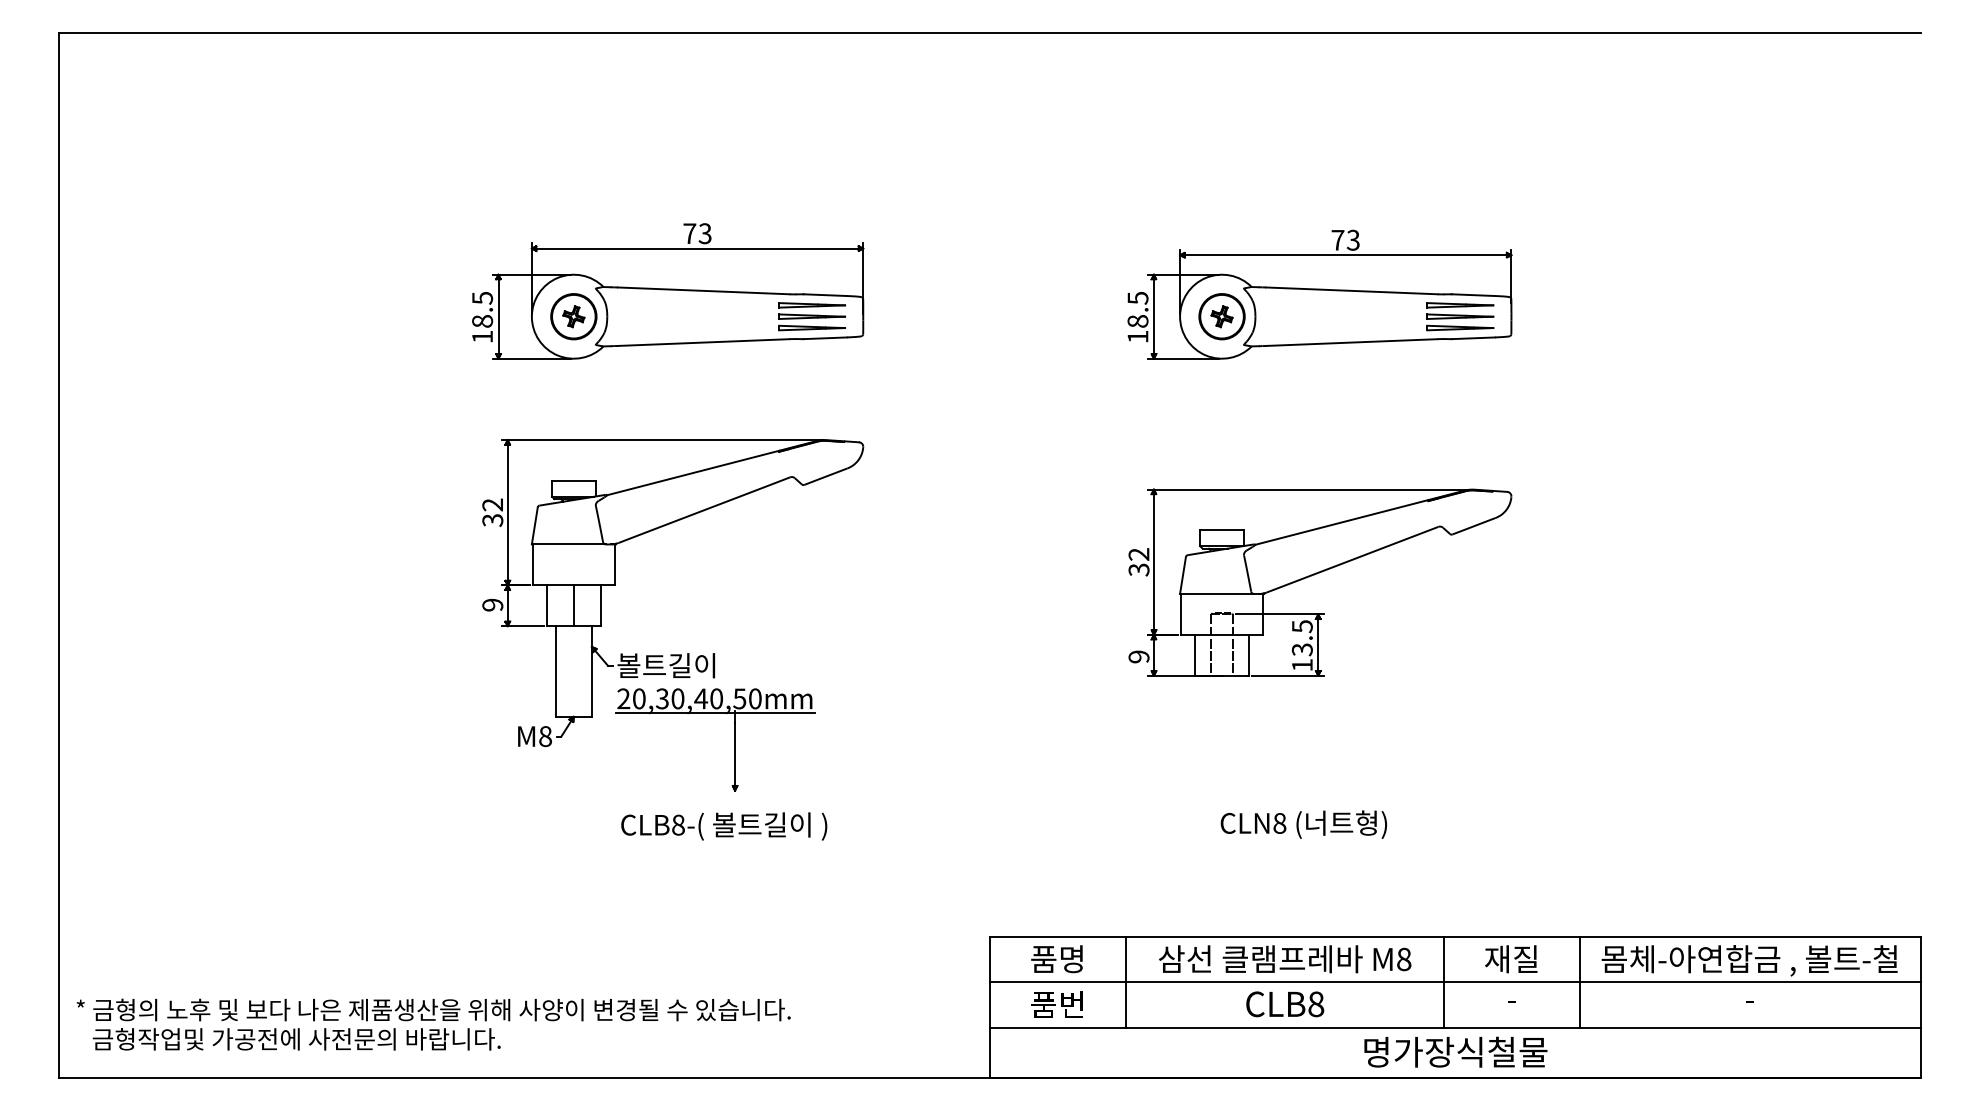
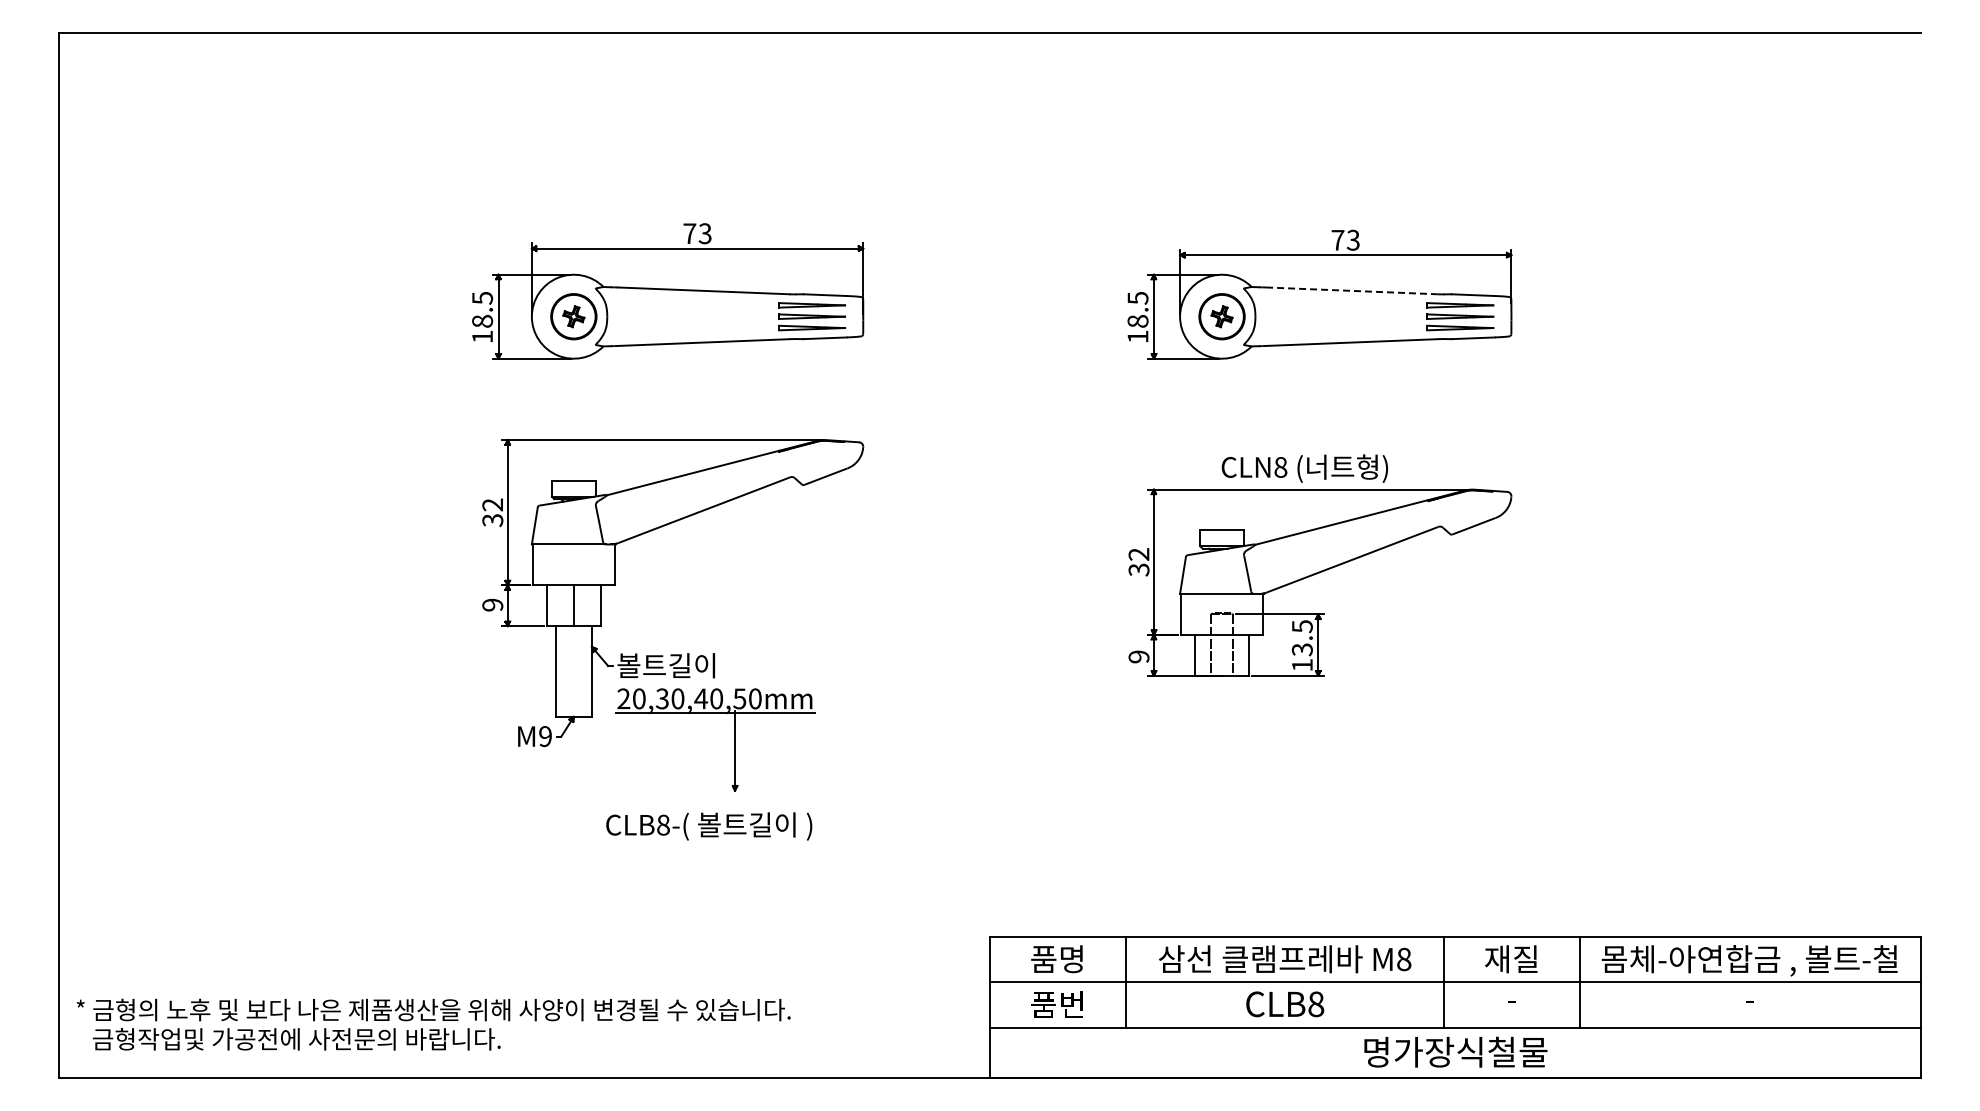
line at (1351, 290): solid -> dashed
text at (545, 736): M8 -> M9
text at (1303, 824) position: (1303, 824) -> (1304, 468)
text at (724, 826) position: (724, 826) -> (709, 826)
